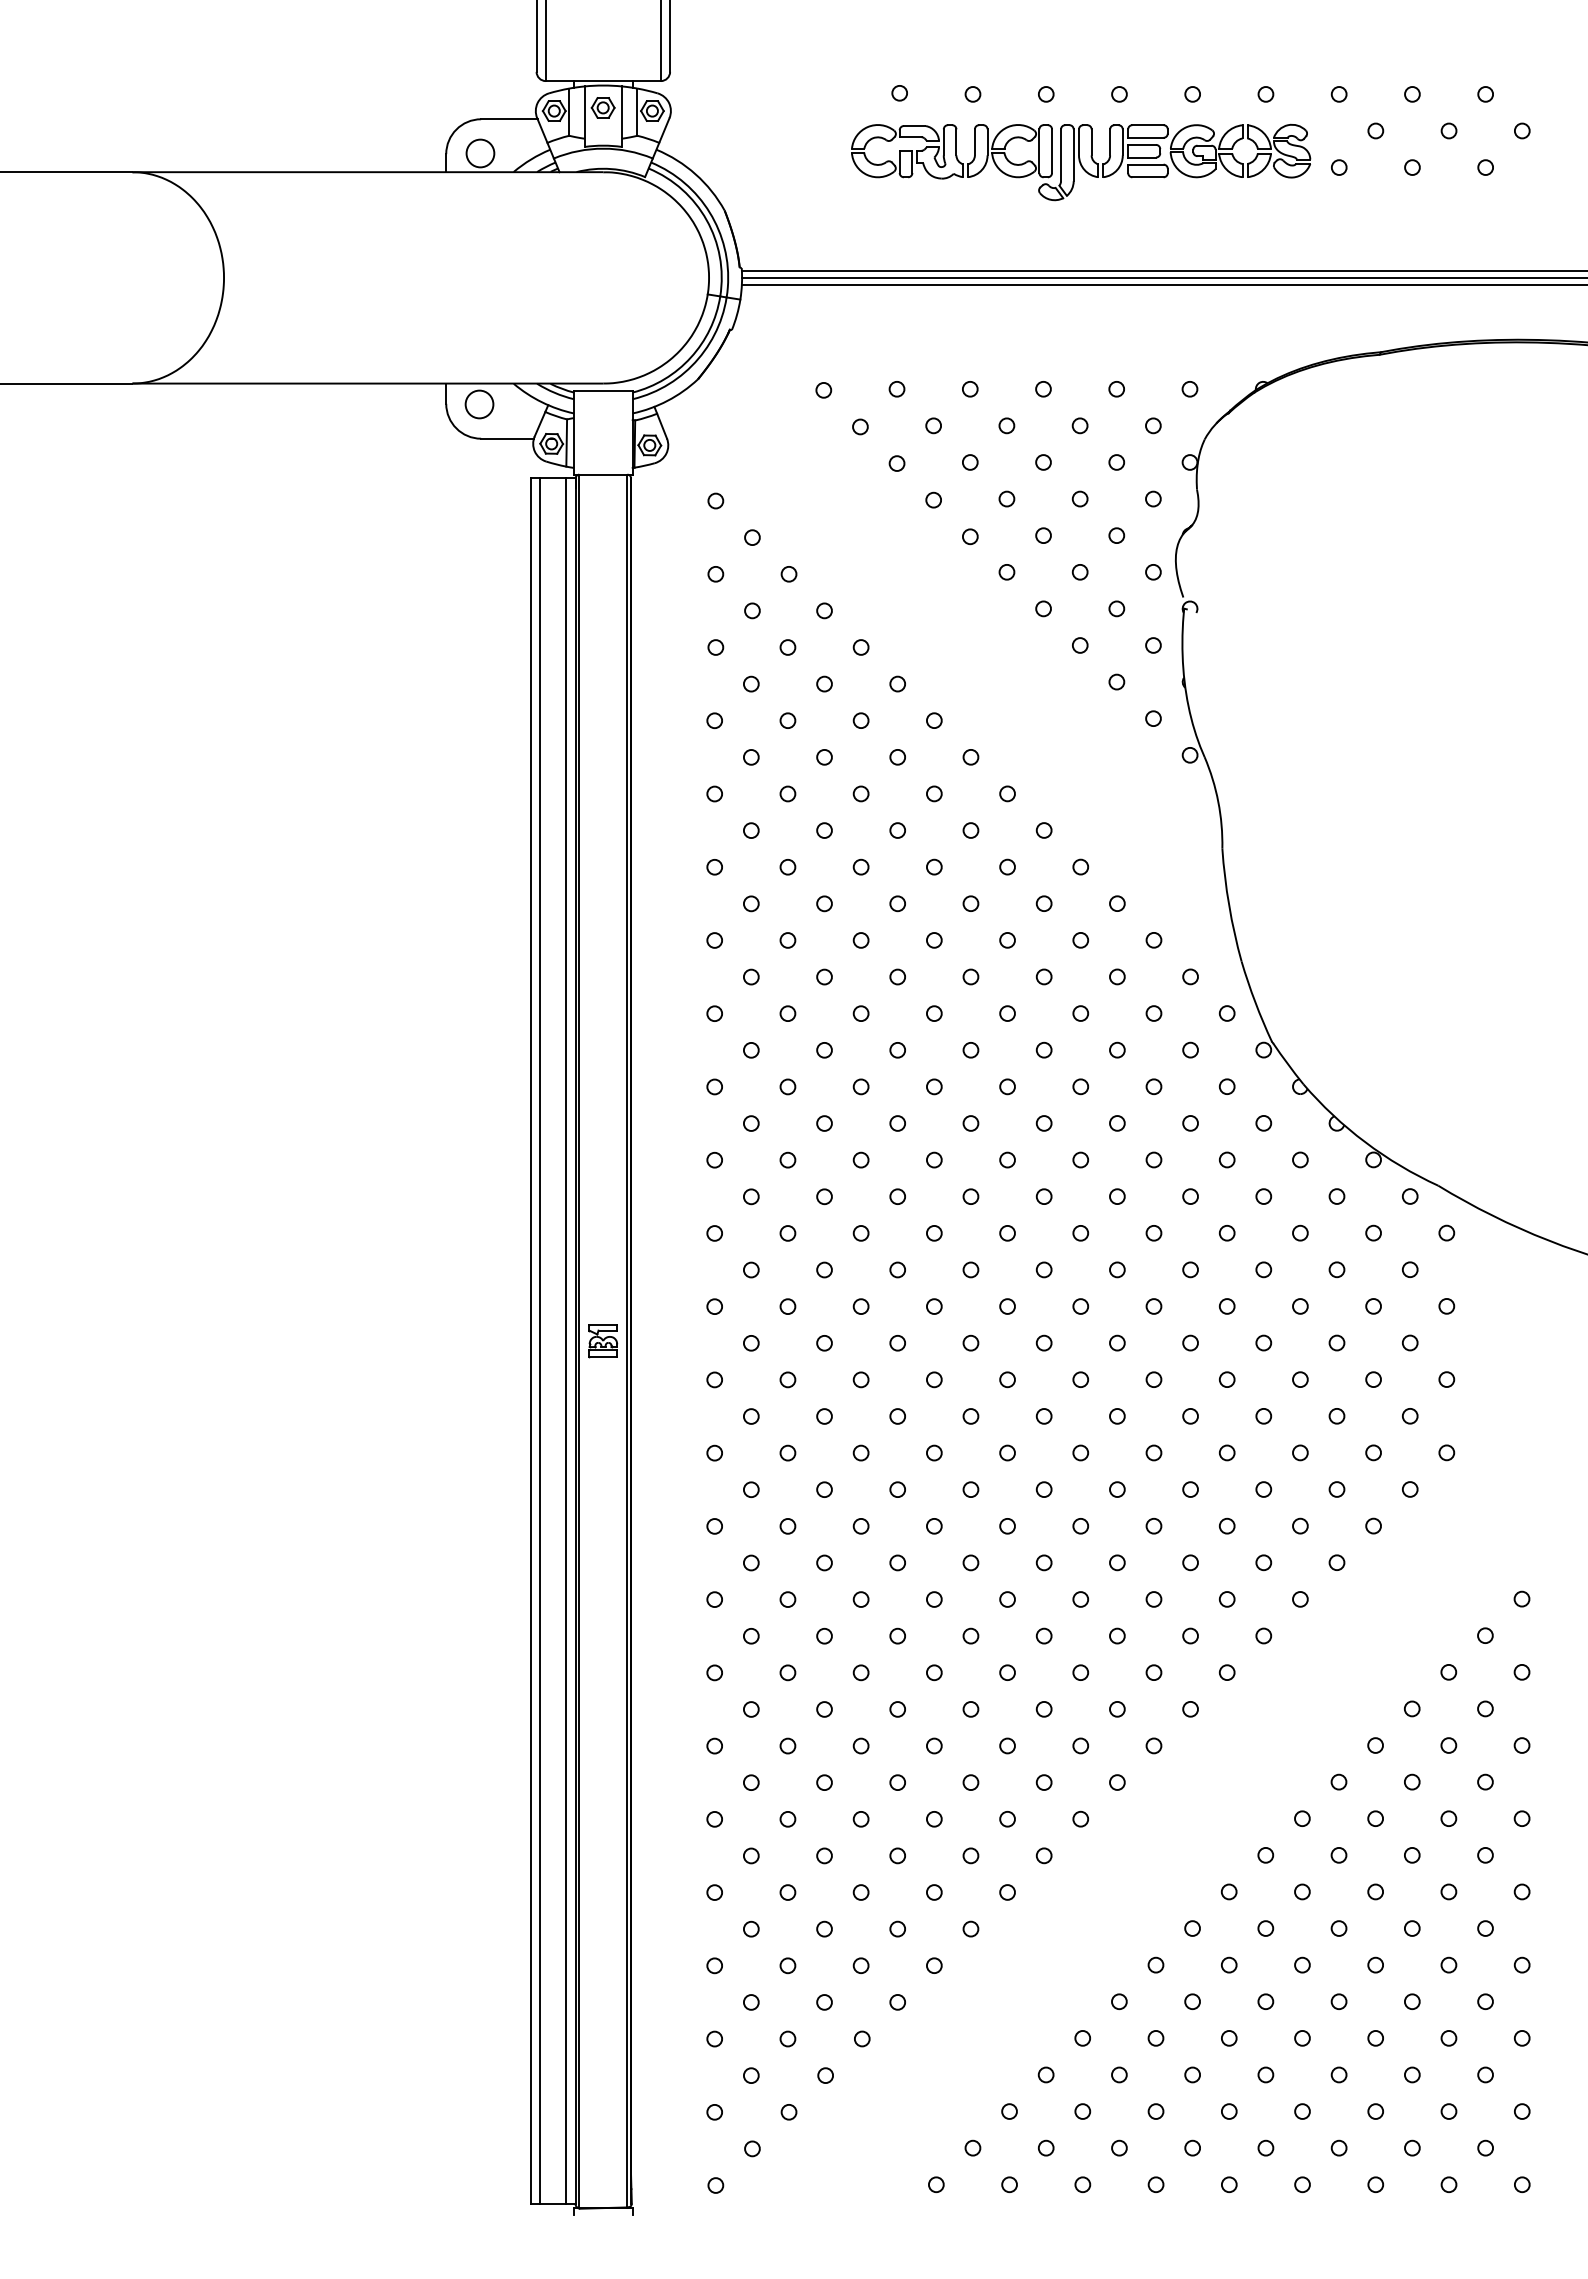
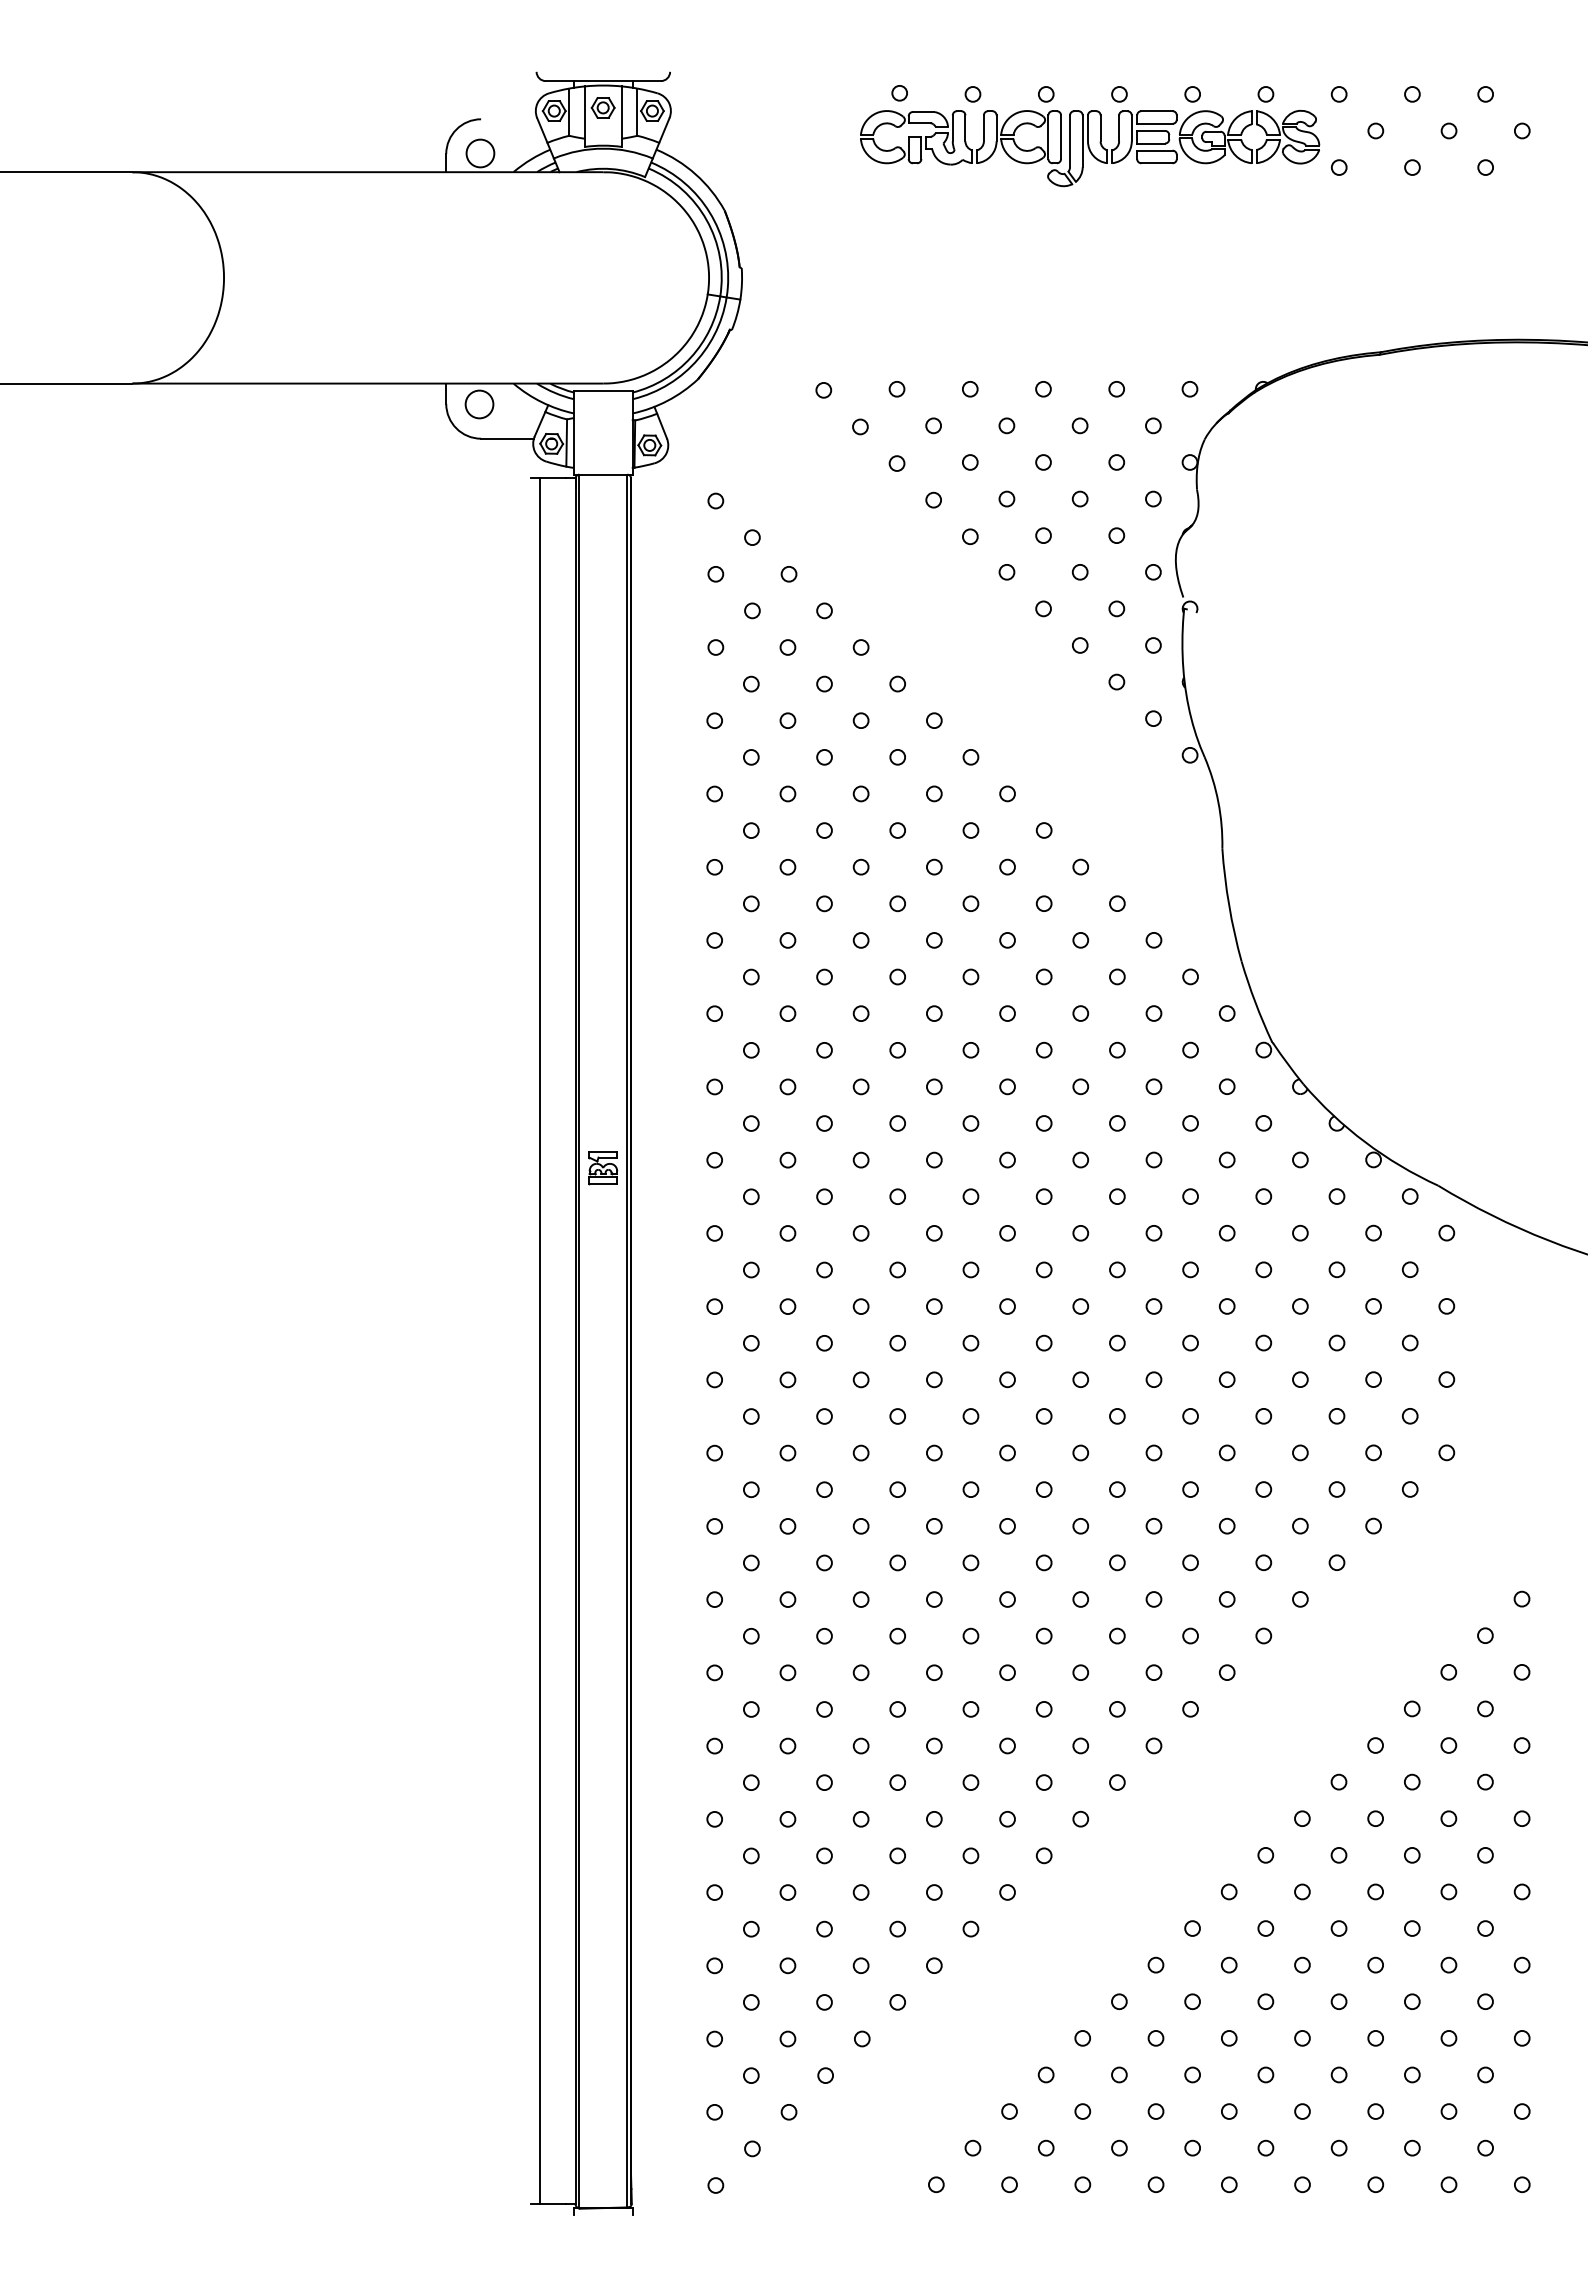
line at (536, 36): present -> none
line at (670, 36): present -> none
line at (545, 41): present -> none
line at (660, 41): present -> none
line at (509, 119): present -> none
part at (1081, 162) position: (1081, 162) -> (1090, 148)
line at (1162, 271): present -> none
line at (1163, 277): present -> none
line at (1162, 284): present -> none
line at (531, 1341): present -> none
line at (566, 1341): present -> none
part at (603, 1341) position: (603, 1341) -> (603, 1168)
